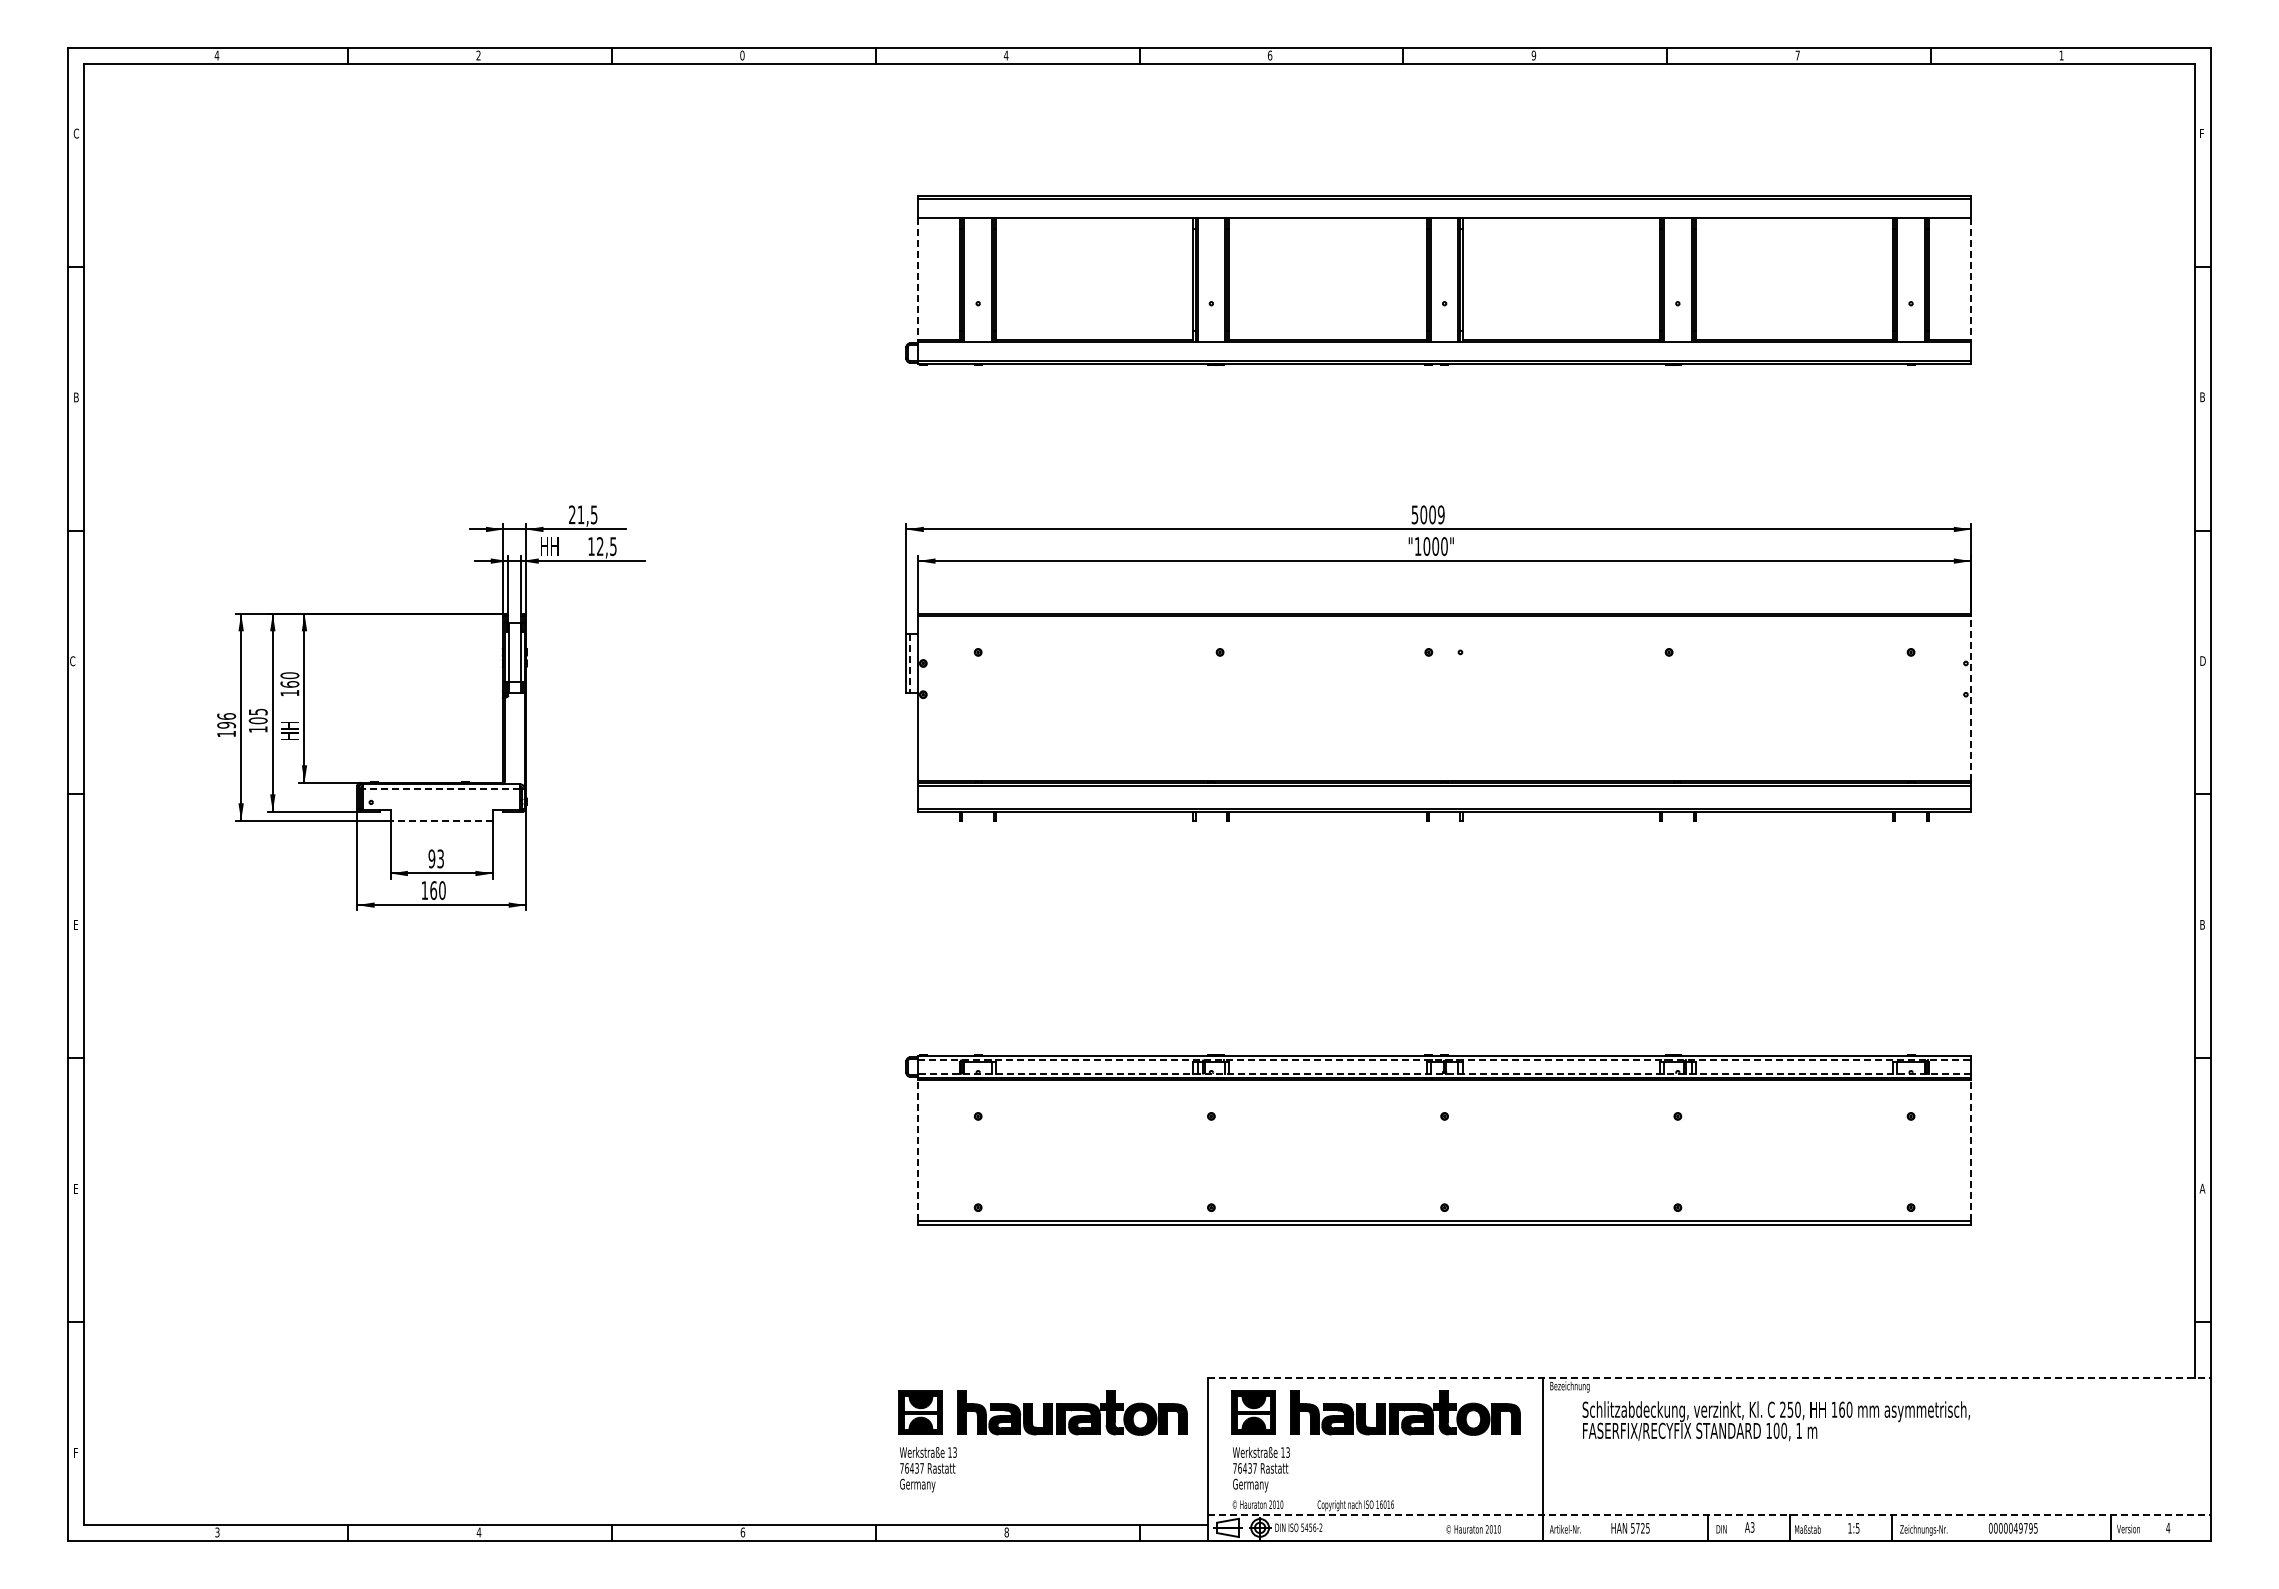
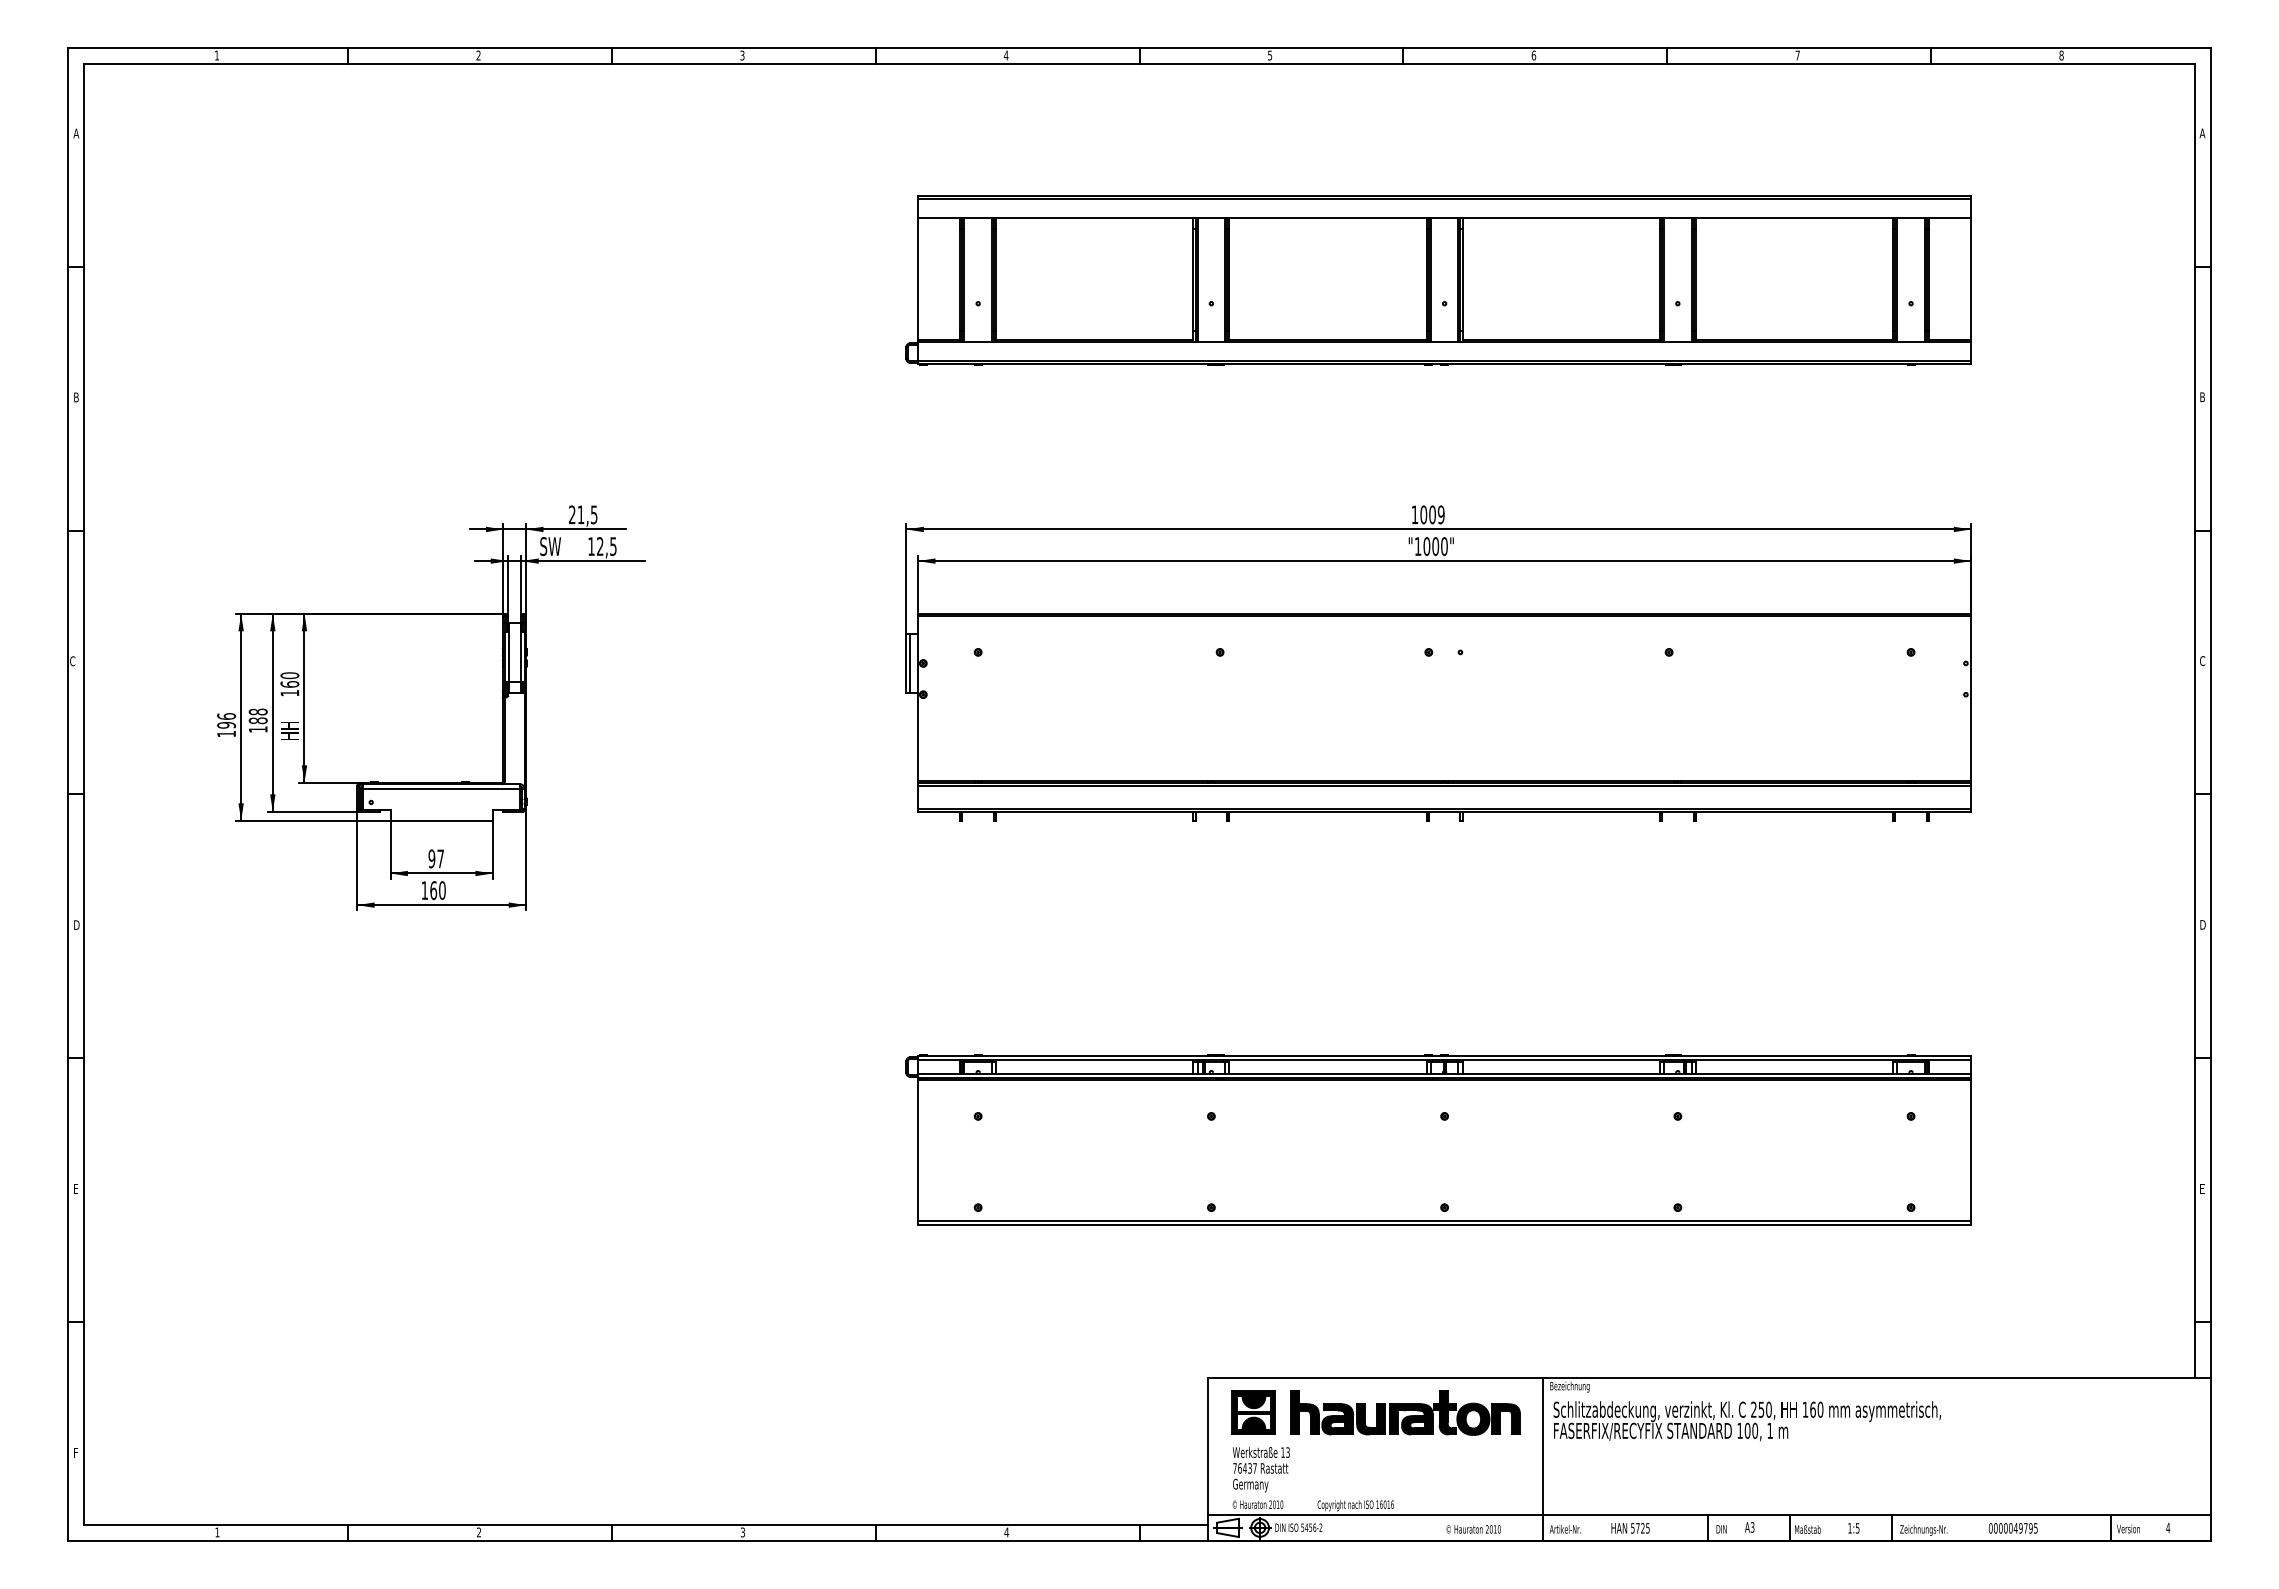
text at (216, 55): 4 -> 1
text at (742, 55): 0 -> 3
text at (1270, 55): 6 -> 5
text at (1533, 55): 9 -> 6
text at (2061, 55): 1 -> 8
text at (76, 133): C -> A
text at (2202, 133): F -> A
line at (918, 279): dashed -> solid
line at (1971, 279): dashed -> solid
text at (1414, 514): 5009 -> 1009
text at (550, 546): HH -> SW
text at (2202, 661): D -> C
line at (910, 663): dashed -> solid
line at (1971, 698): dashed -> solid
text at (257, 716): 105 -> 188
line at (441, 788): dashed -> solid
line at (441, 820): dashed -> solid
text at (440, 858): 93 -> 97
text at (76, 924): E -> D
text at (2203, 924): B -> D
line at (1444, 1060): dashed -> solid
line at (1444, 1073): dashed -> solid
line at (918, 1150): dashed -> solid
line at (1971, 1150): dashed -> solid
text at (2202, 1188): A -> E
line at (1709, 1377): dashed -> solid
text at (1775, 1421) position: (1775, 1421) -> (1746, 1421)
part at (1042, 1434): present -> none
line at (1709, 1514): dashed -> solid
text at (217, 1532): 3 -> 1
text at (478, 1532): 4 -> 2
text at (742, 1532): 6 -> 3
text at (1006, 1532): 8 -> 4
